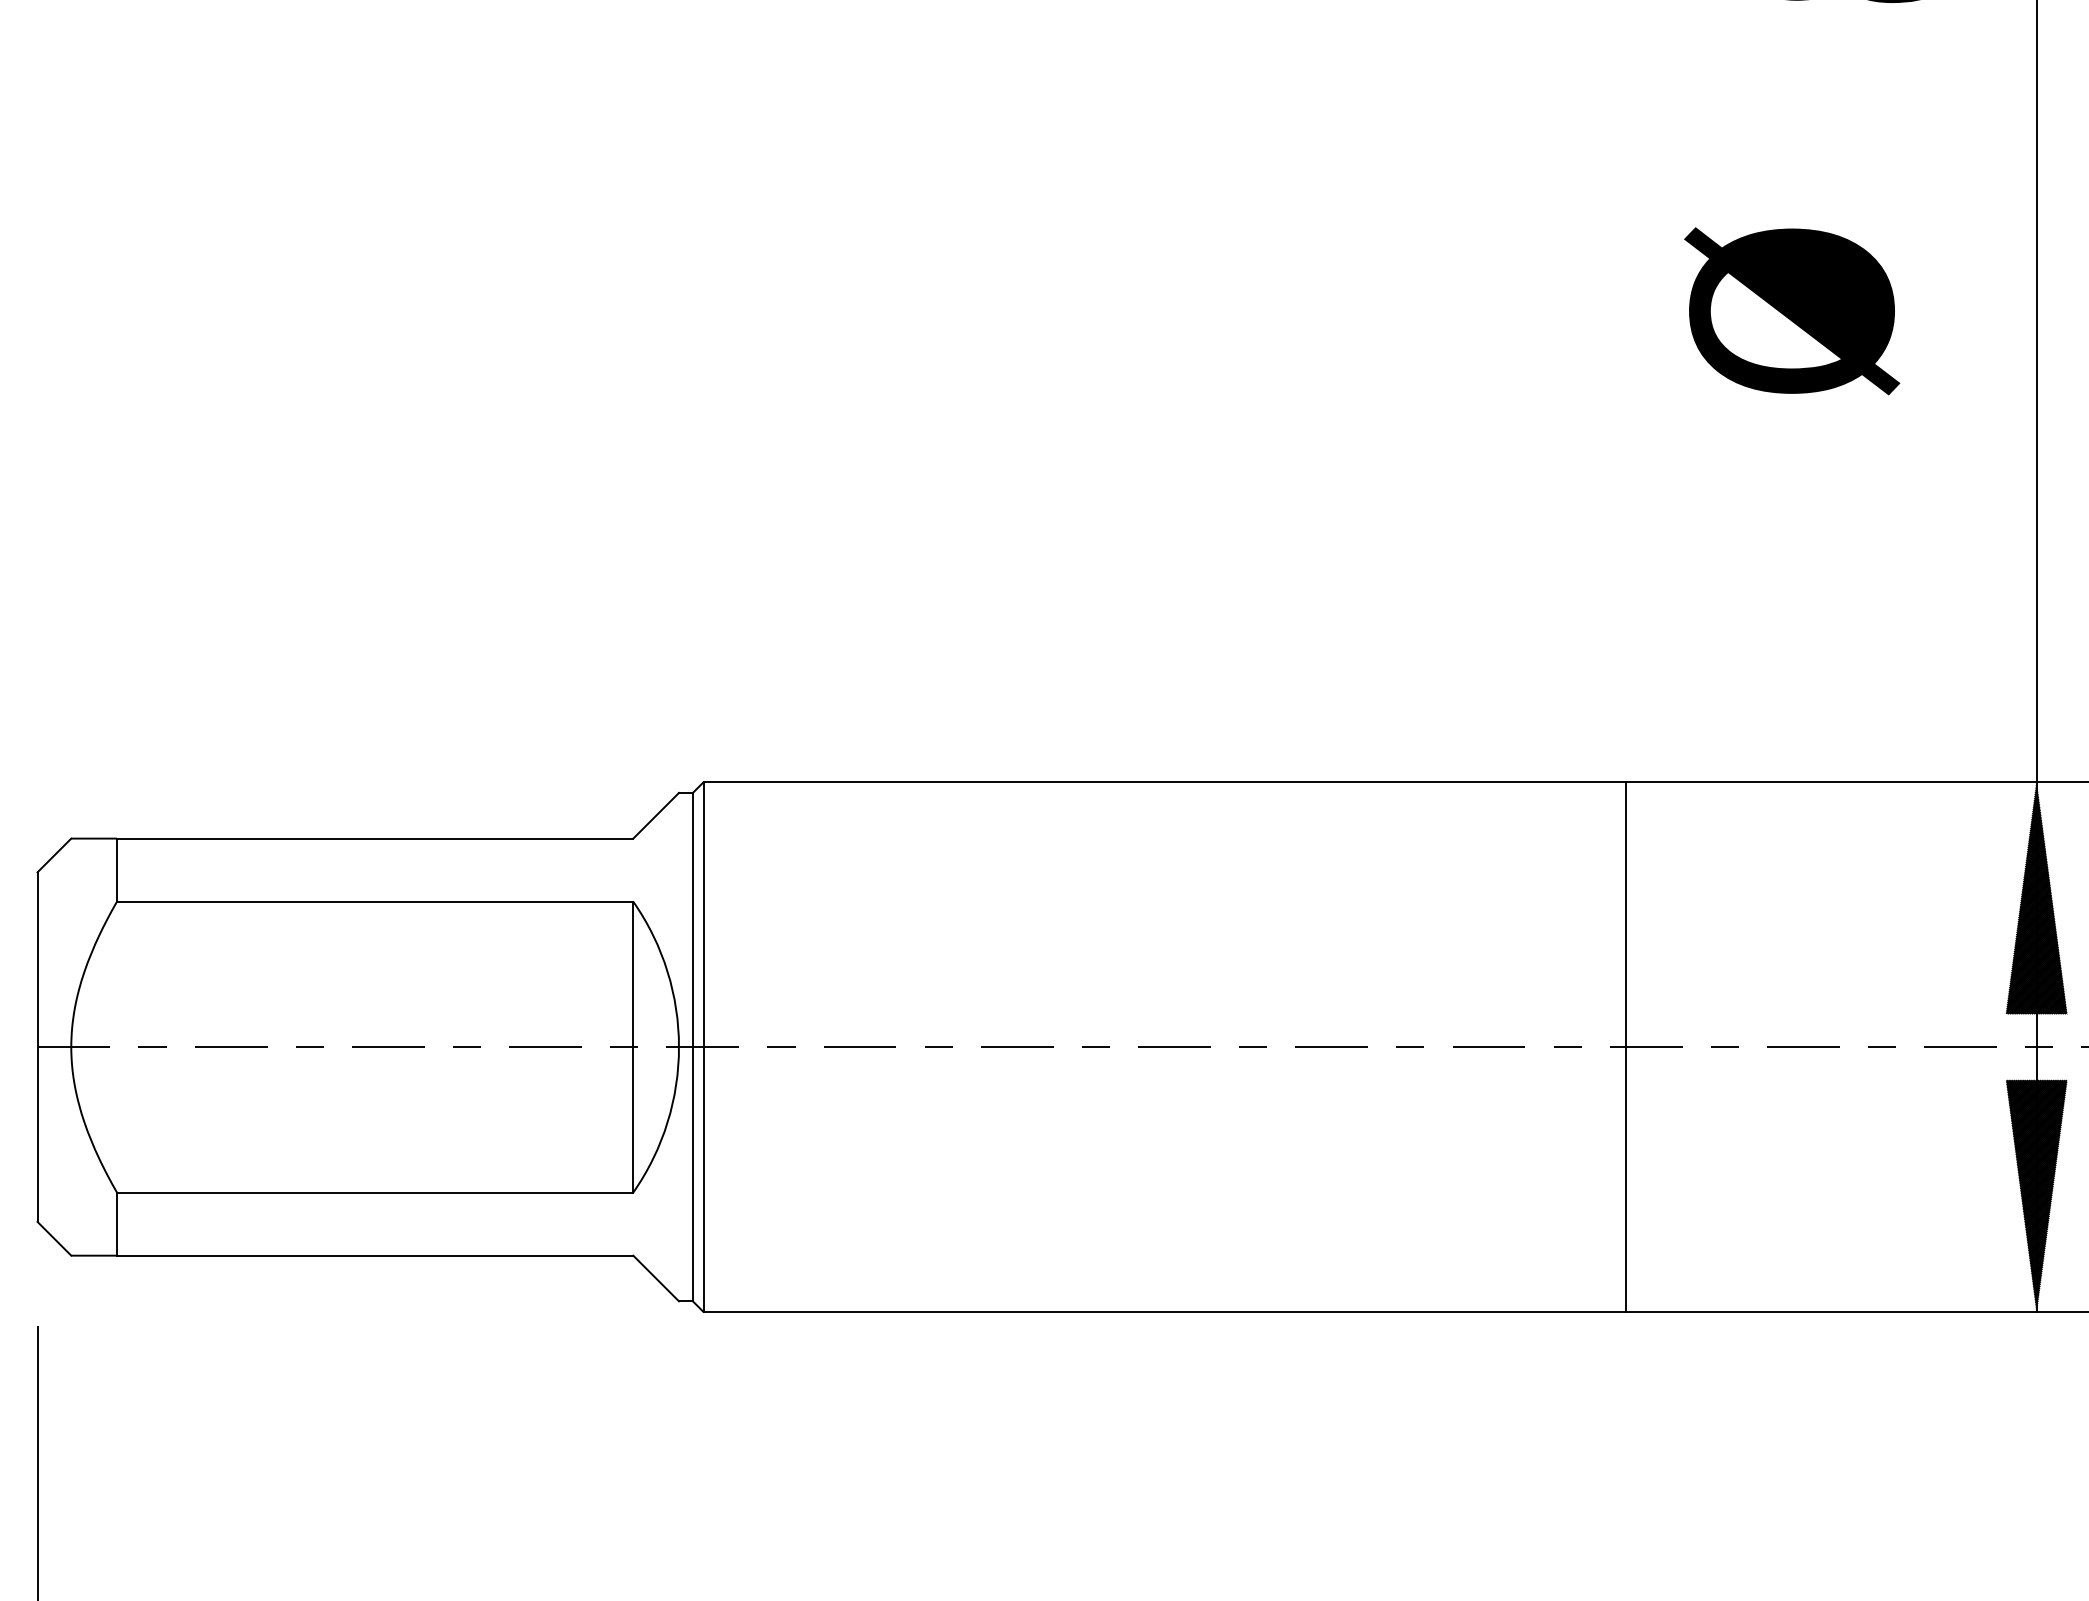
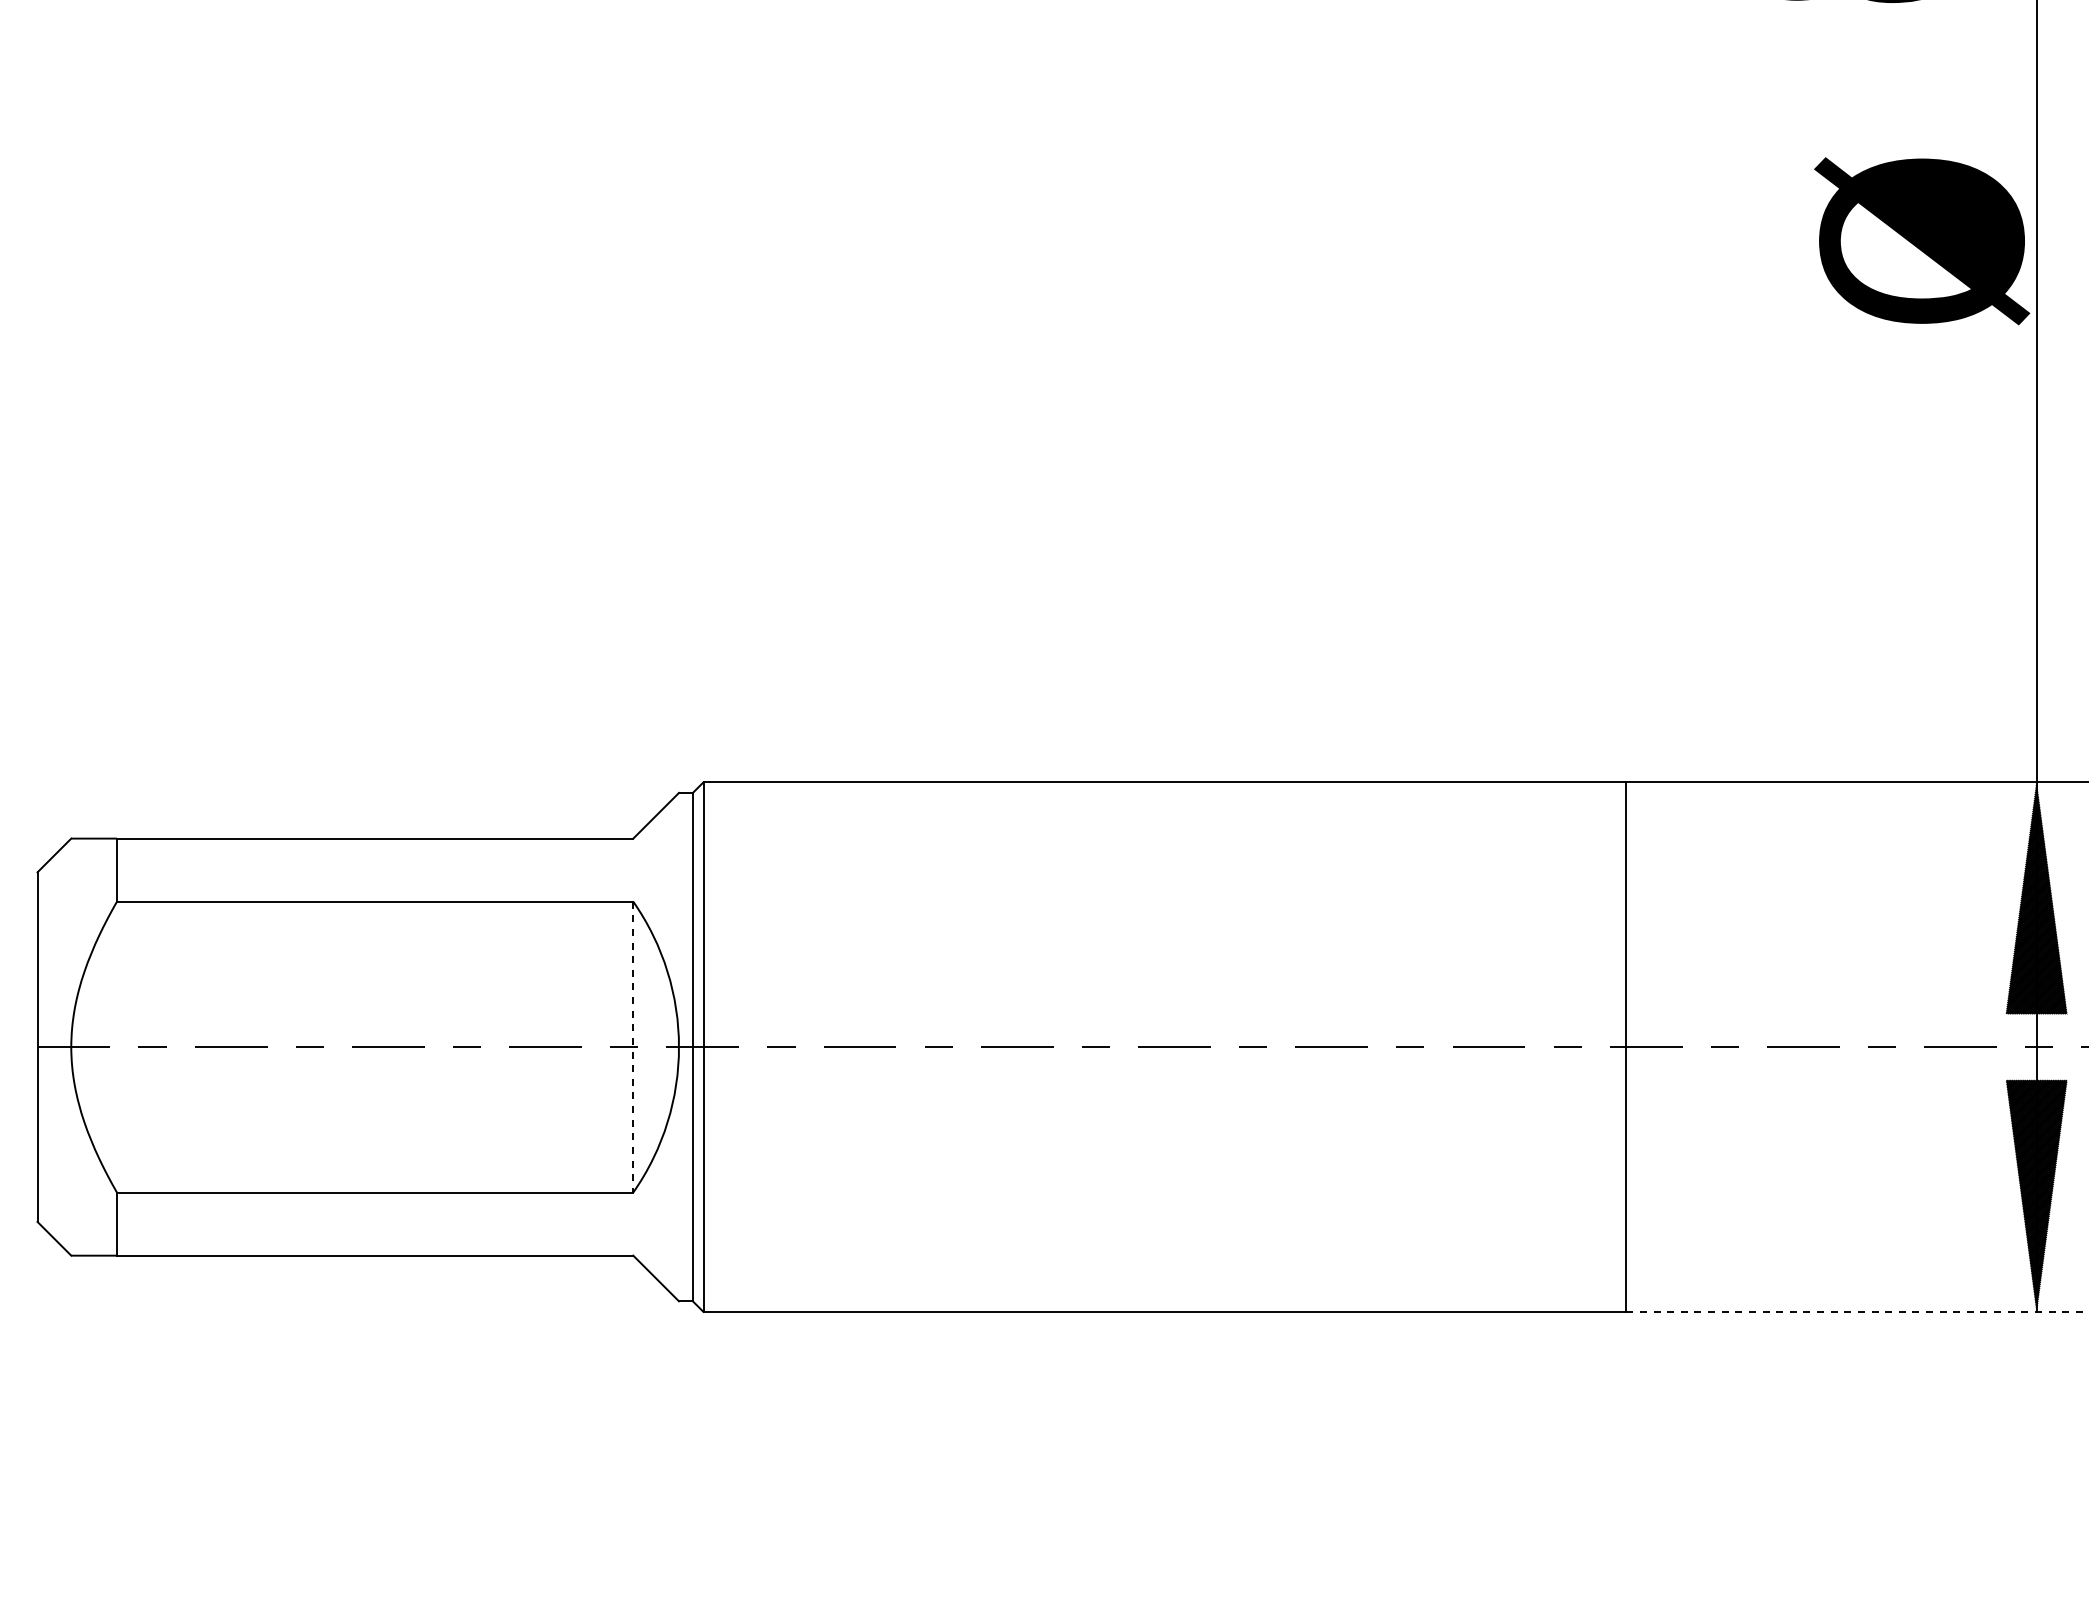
text at (1792, 311) position: (1792, 311) -> (1922, 241)
line at (633, 1047): solid -> dashed
line at (1858, 1311): solid -> dashed
line at (37, 1461): present -> none
